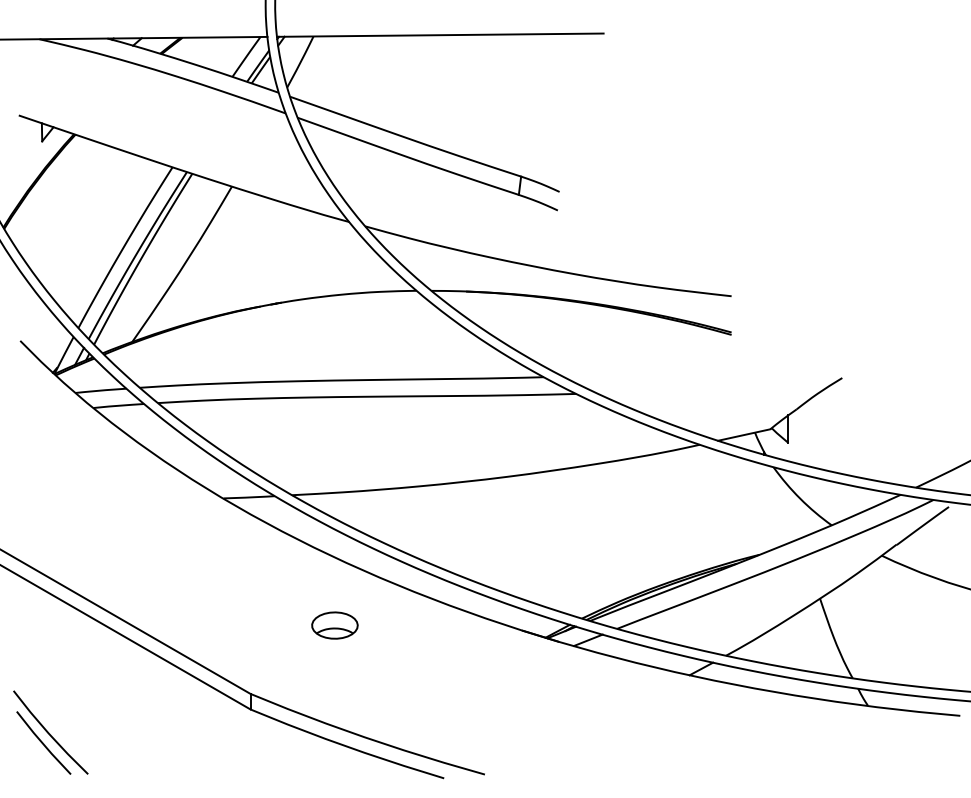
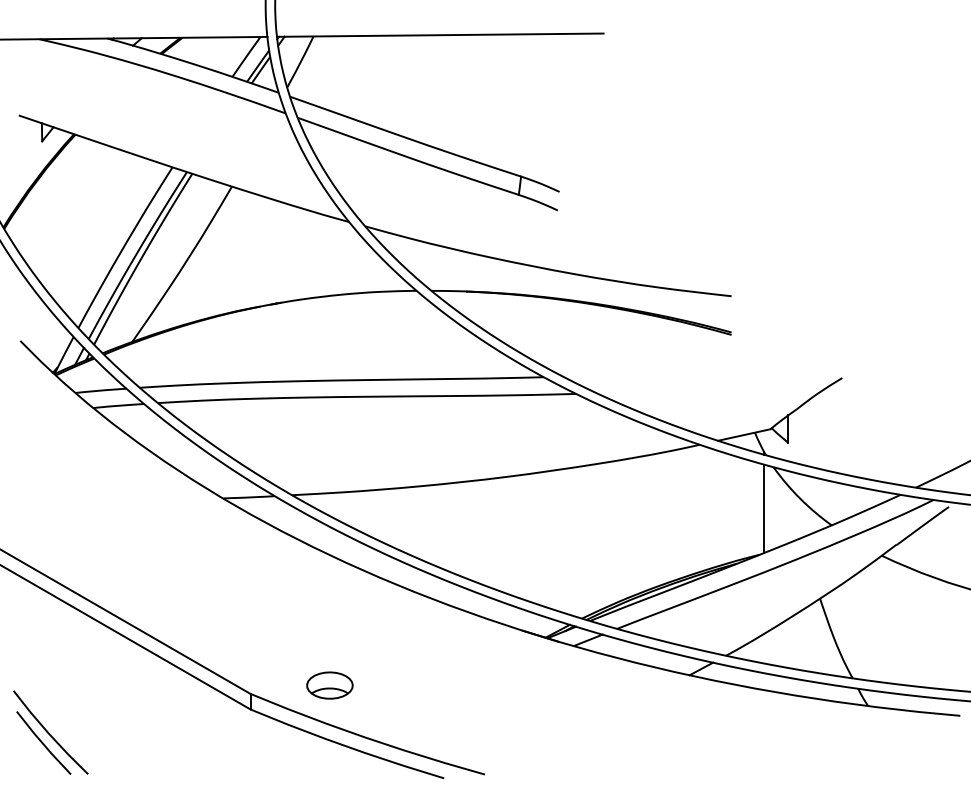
line at (764, 508): none -> present
part at (334, 625) position: (334, 625) -> (329, 685)
